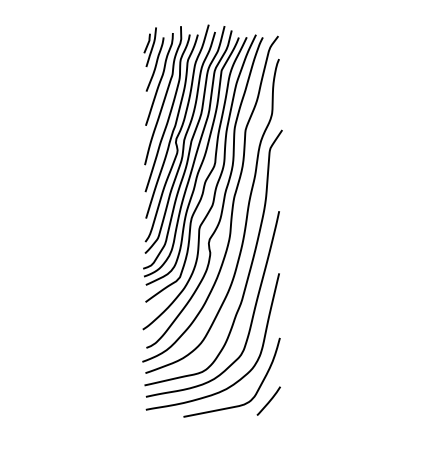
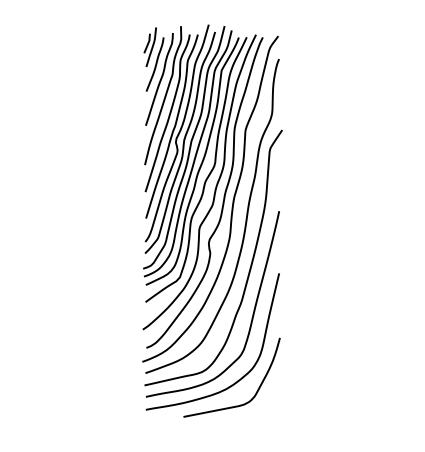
line at (269, 400): present -> none
